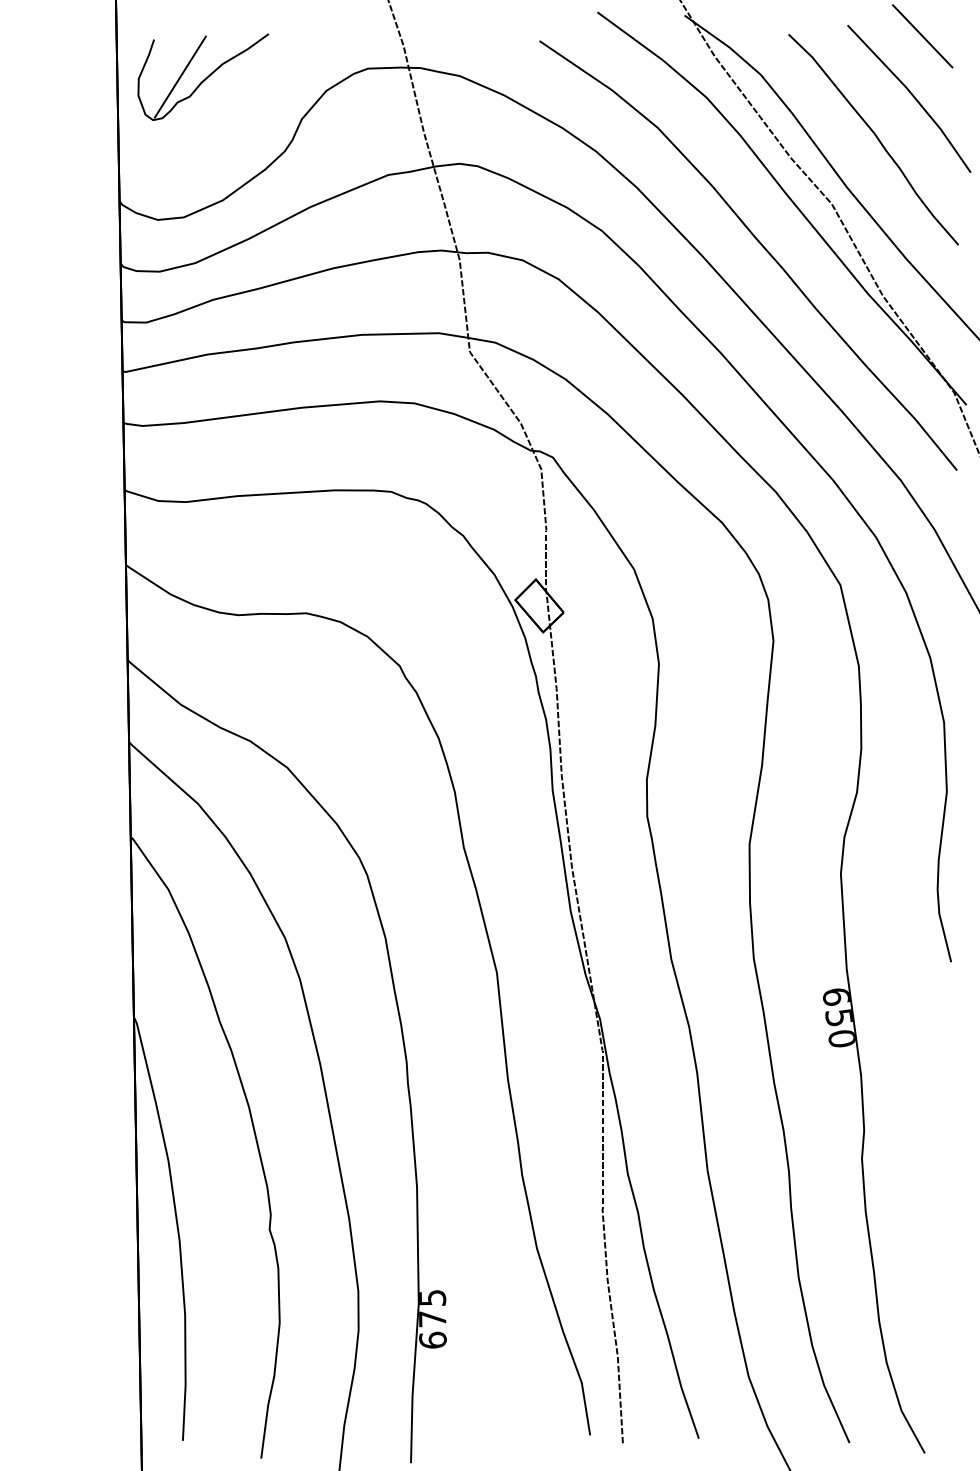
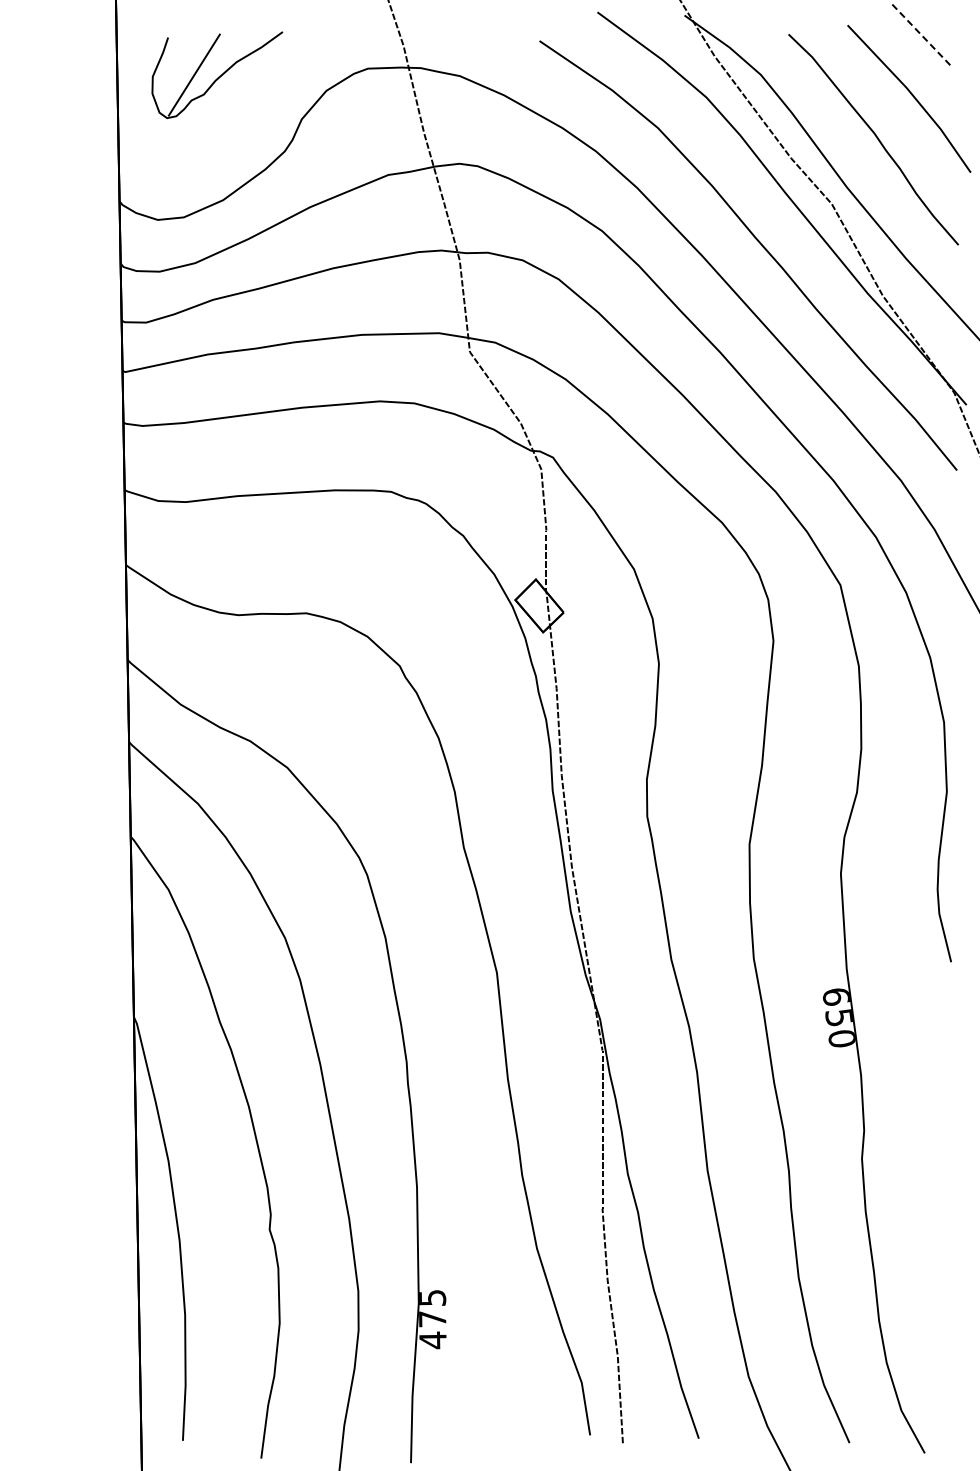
line at (922, 36): solid -> dashed
part at (203, 76) position: (203, 76) -> (217, 74)
text at (432, 1340): 675 -> 475
